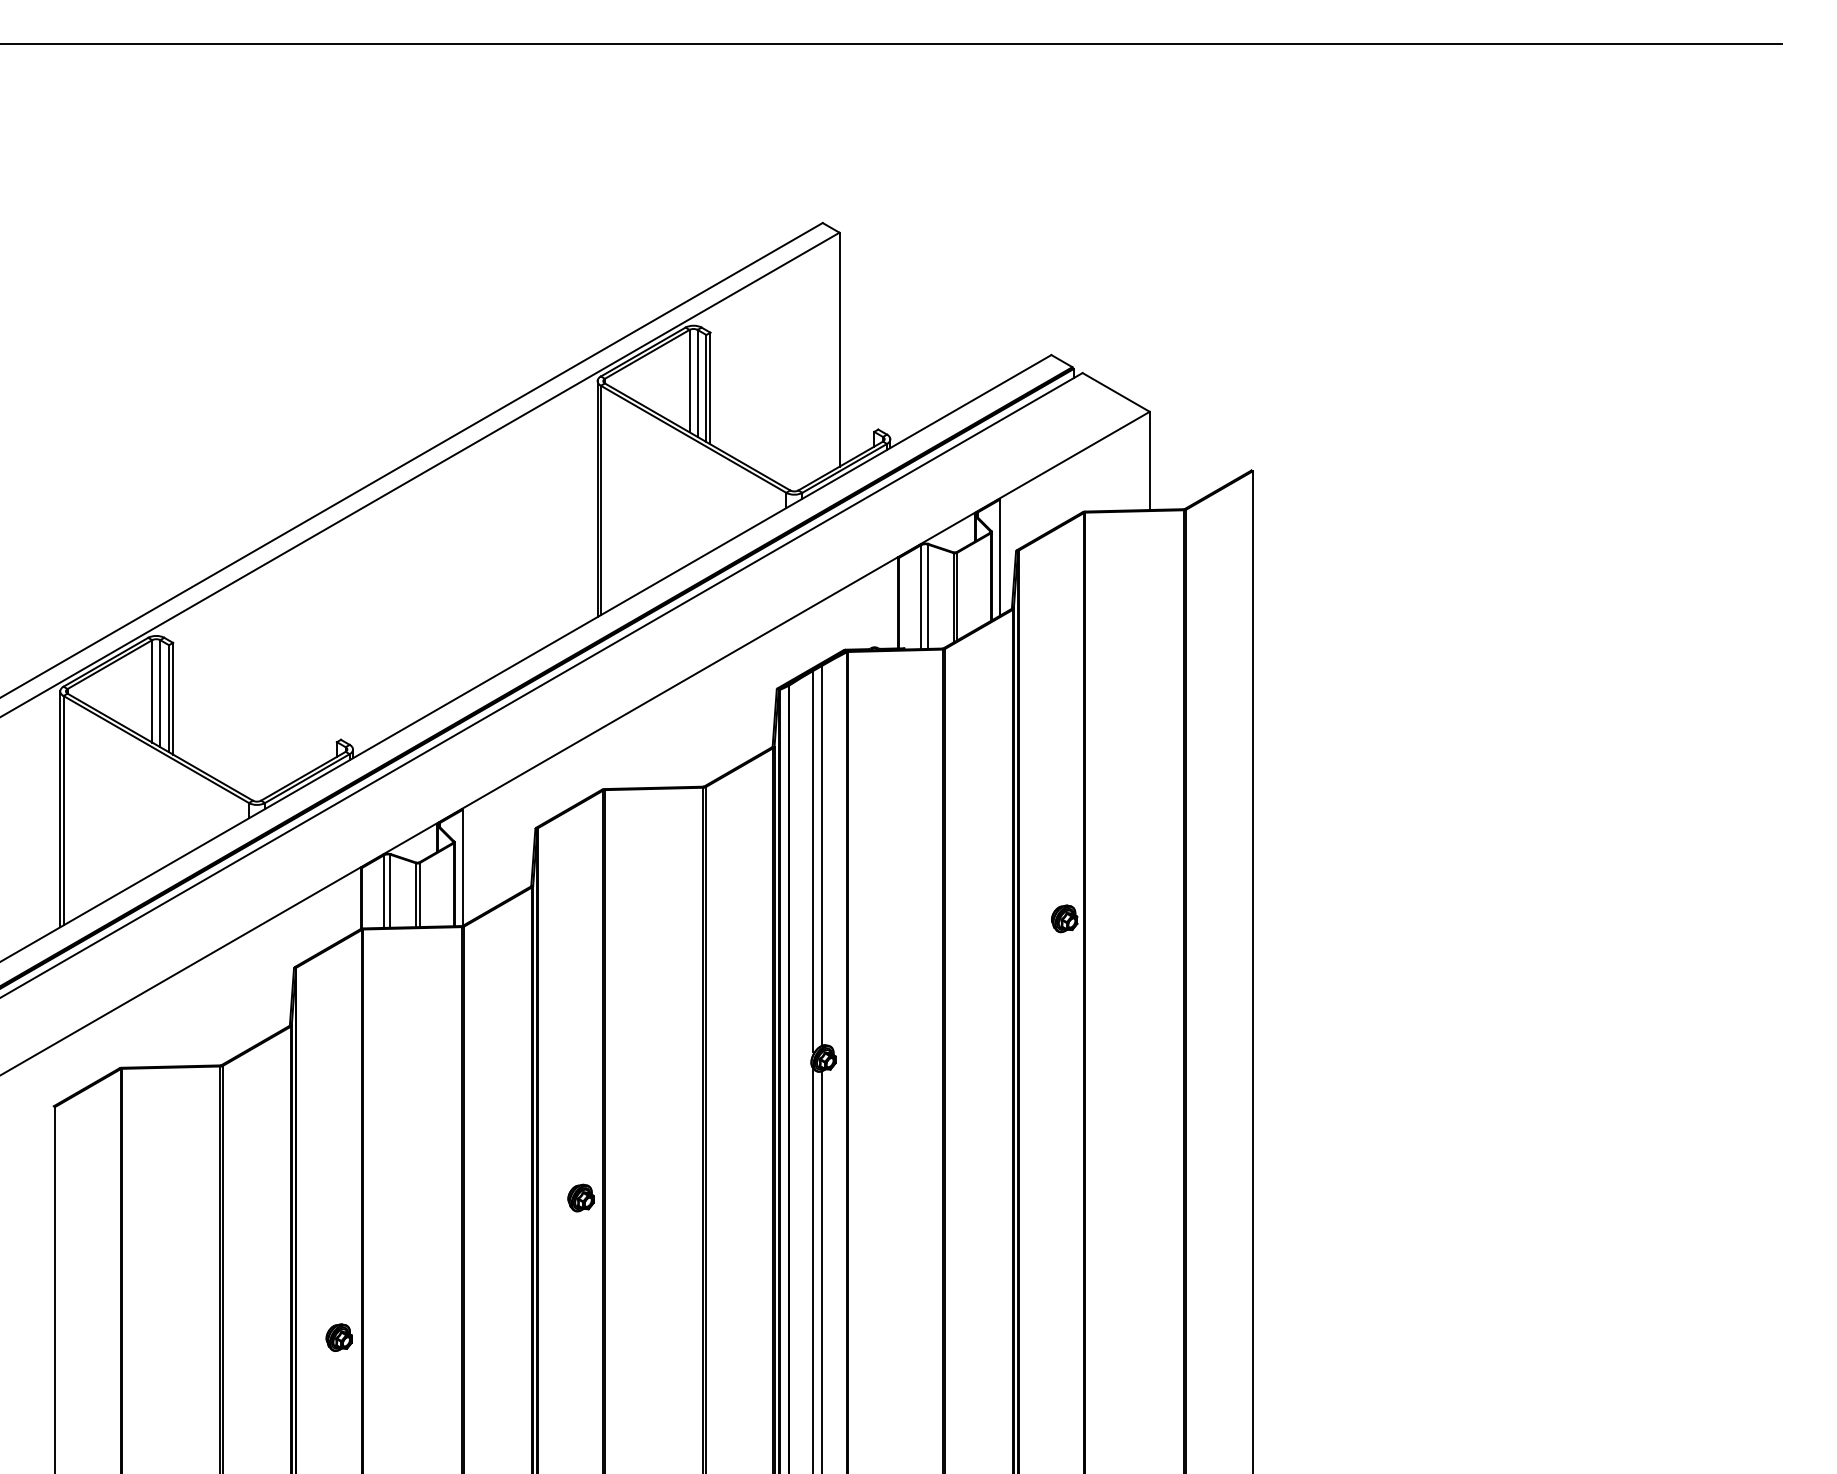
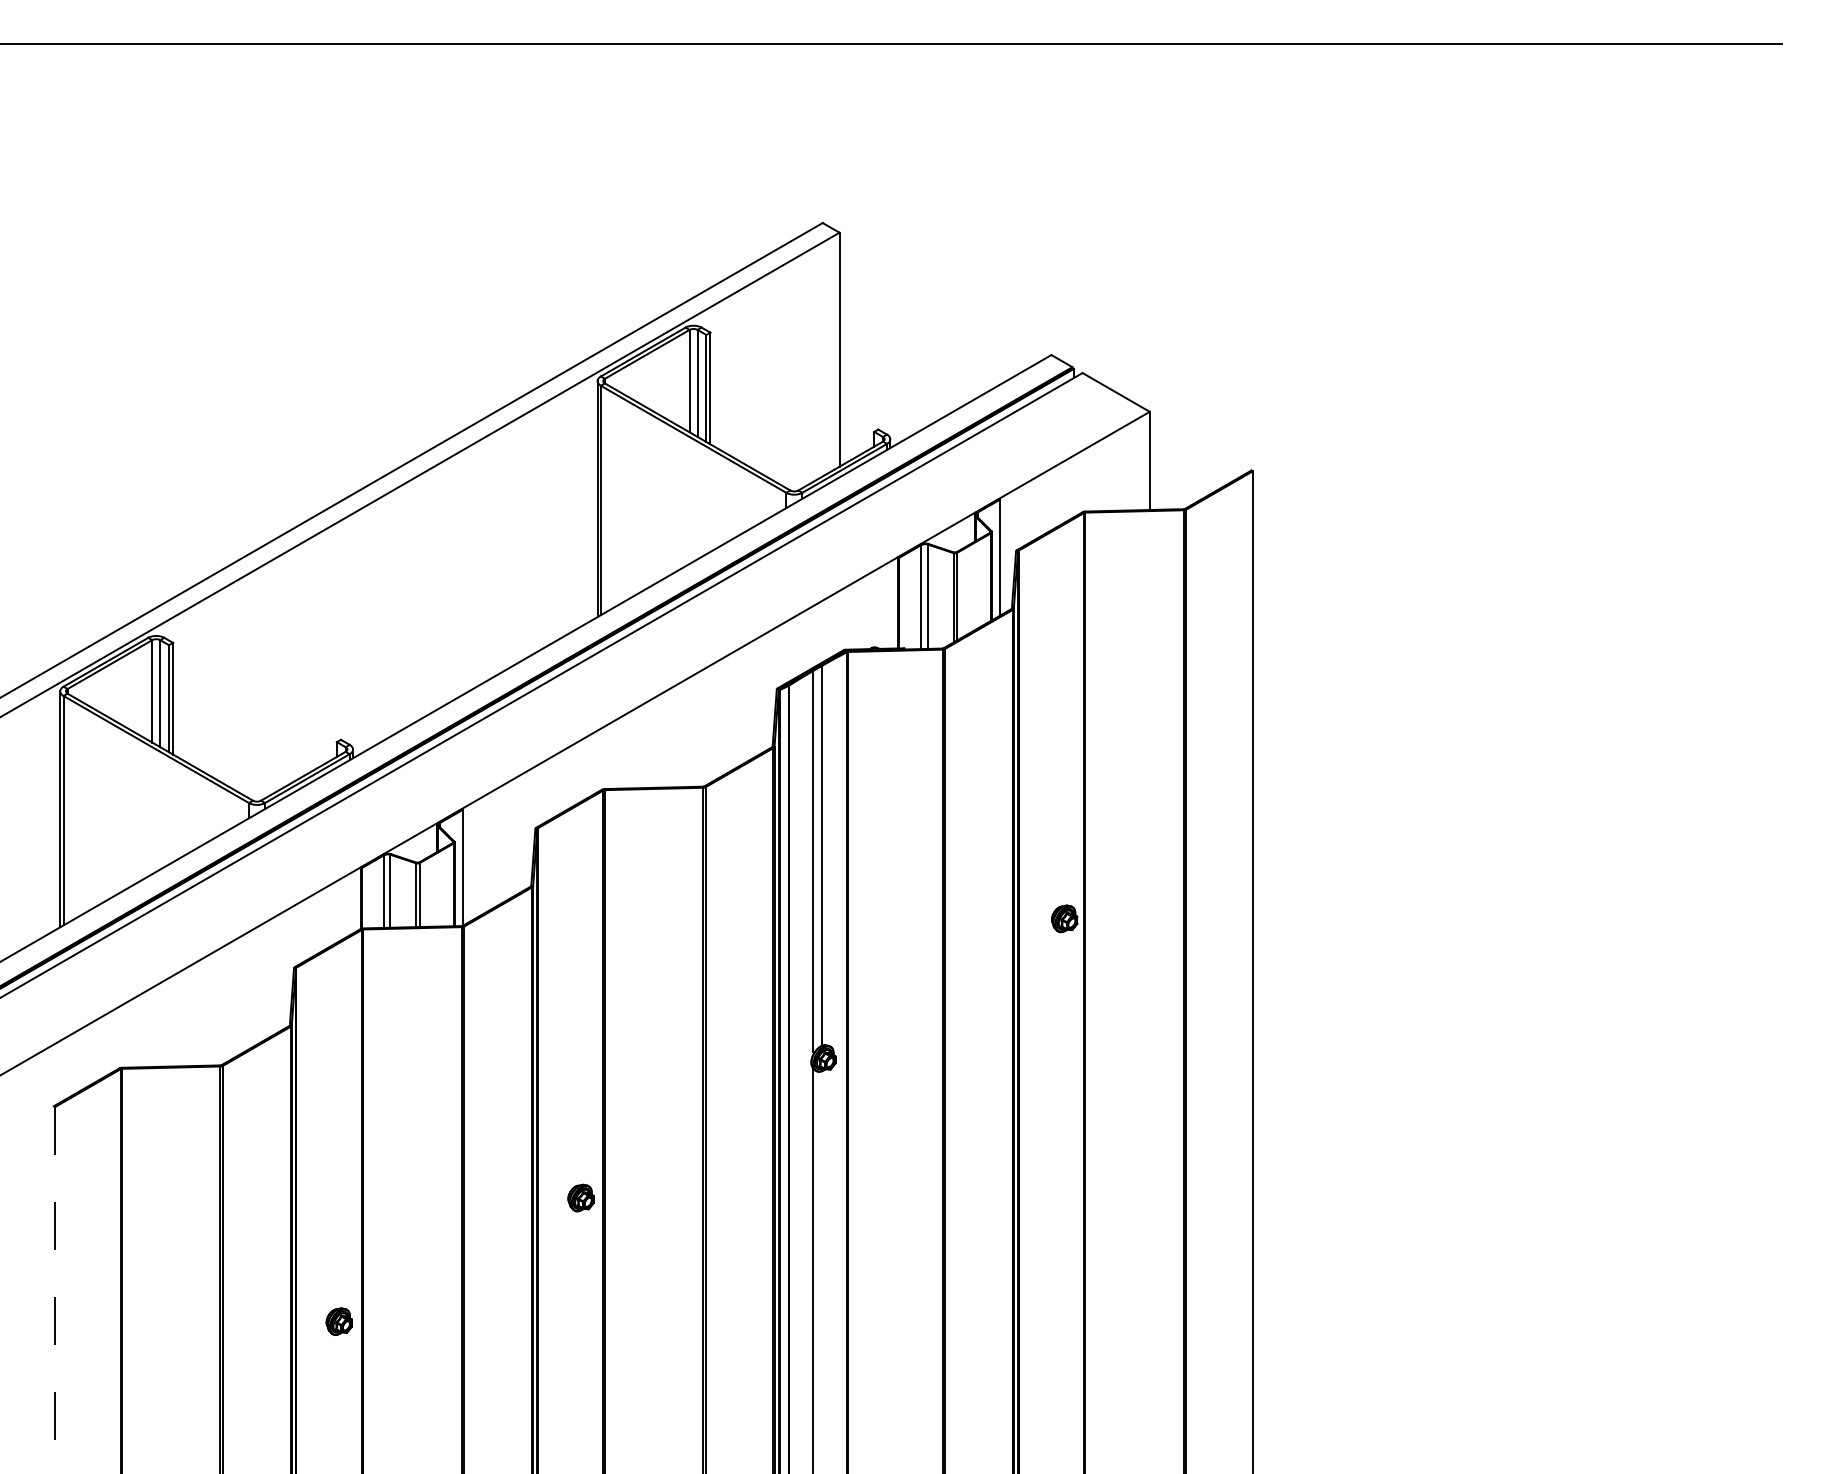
line at (821, 1270): present -> none
line at (55, 1290): solid -> dashed
part at (338, 1337) position: (338, 1337) -> (338, 1321)
